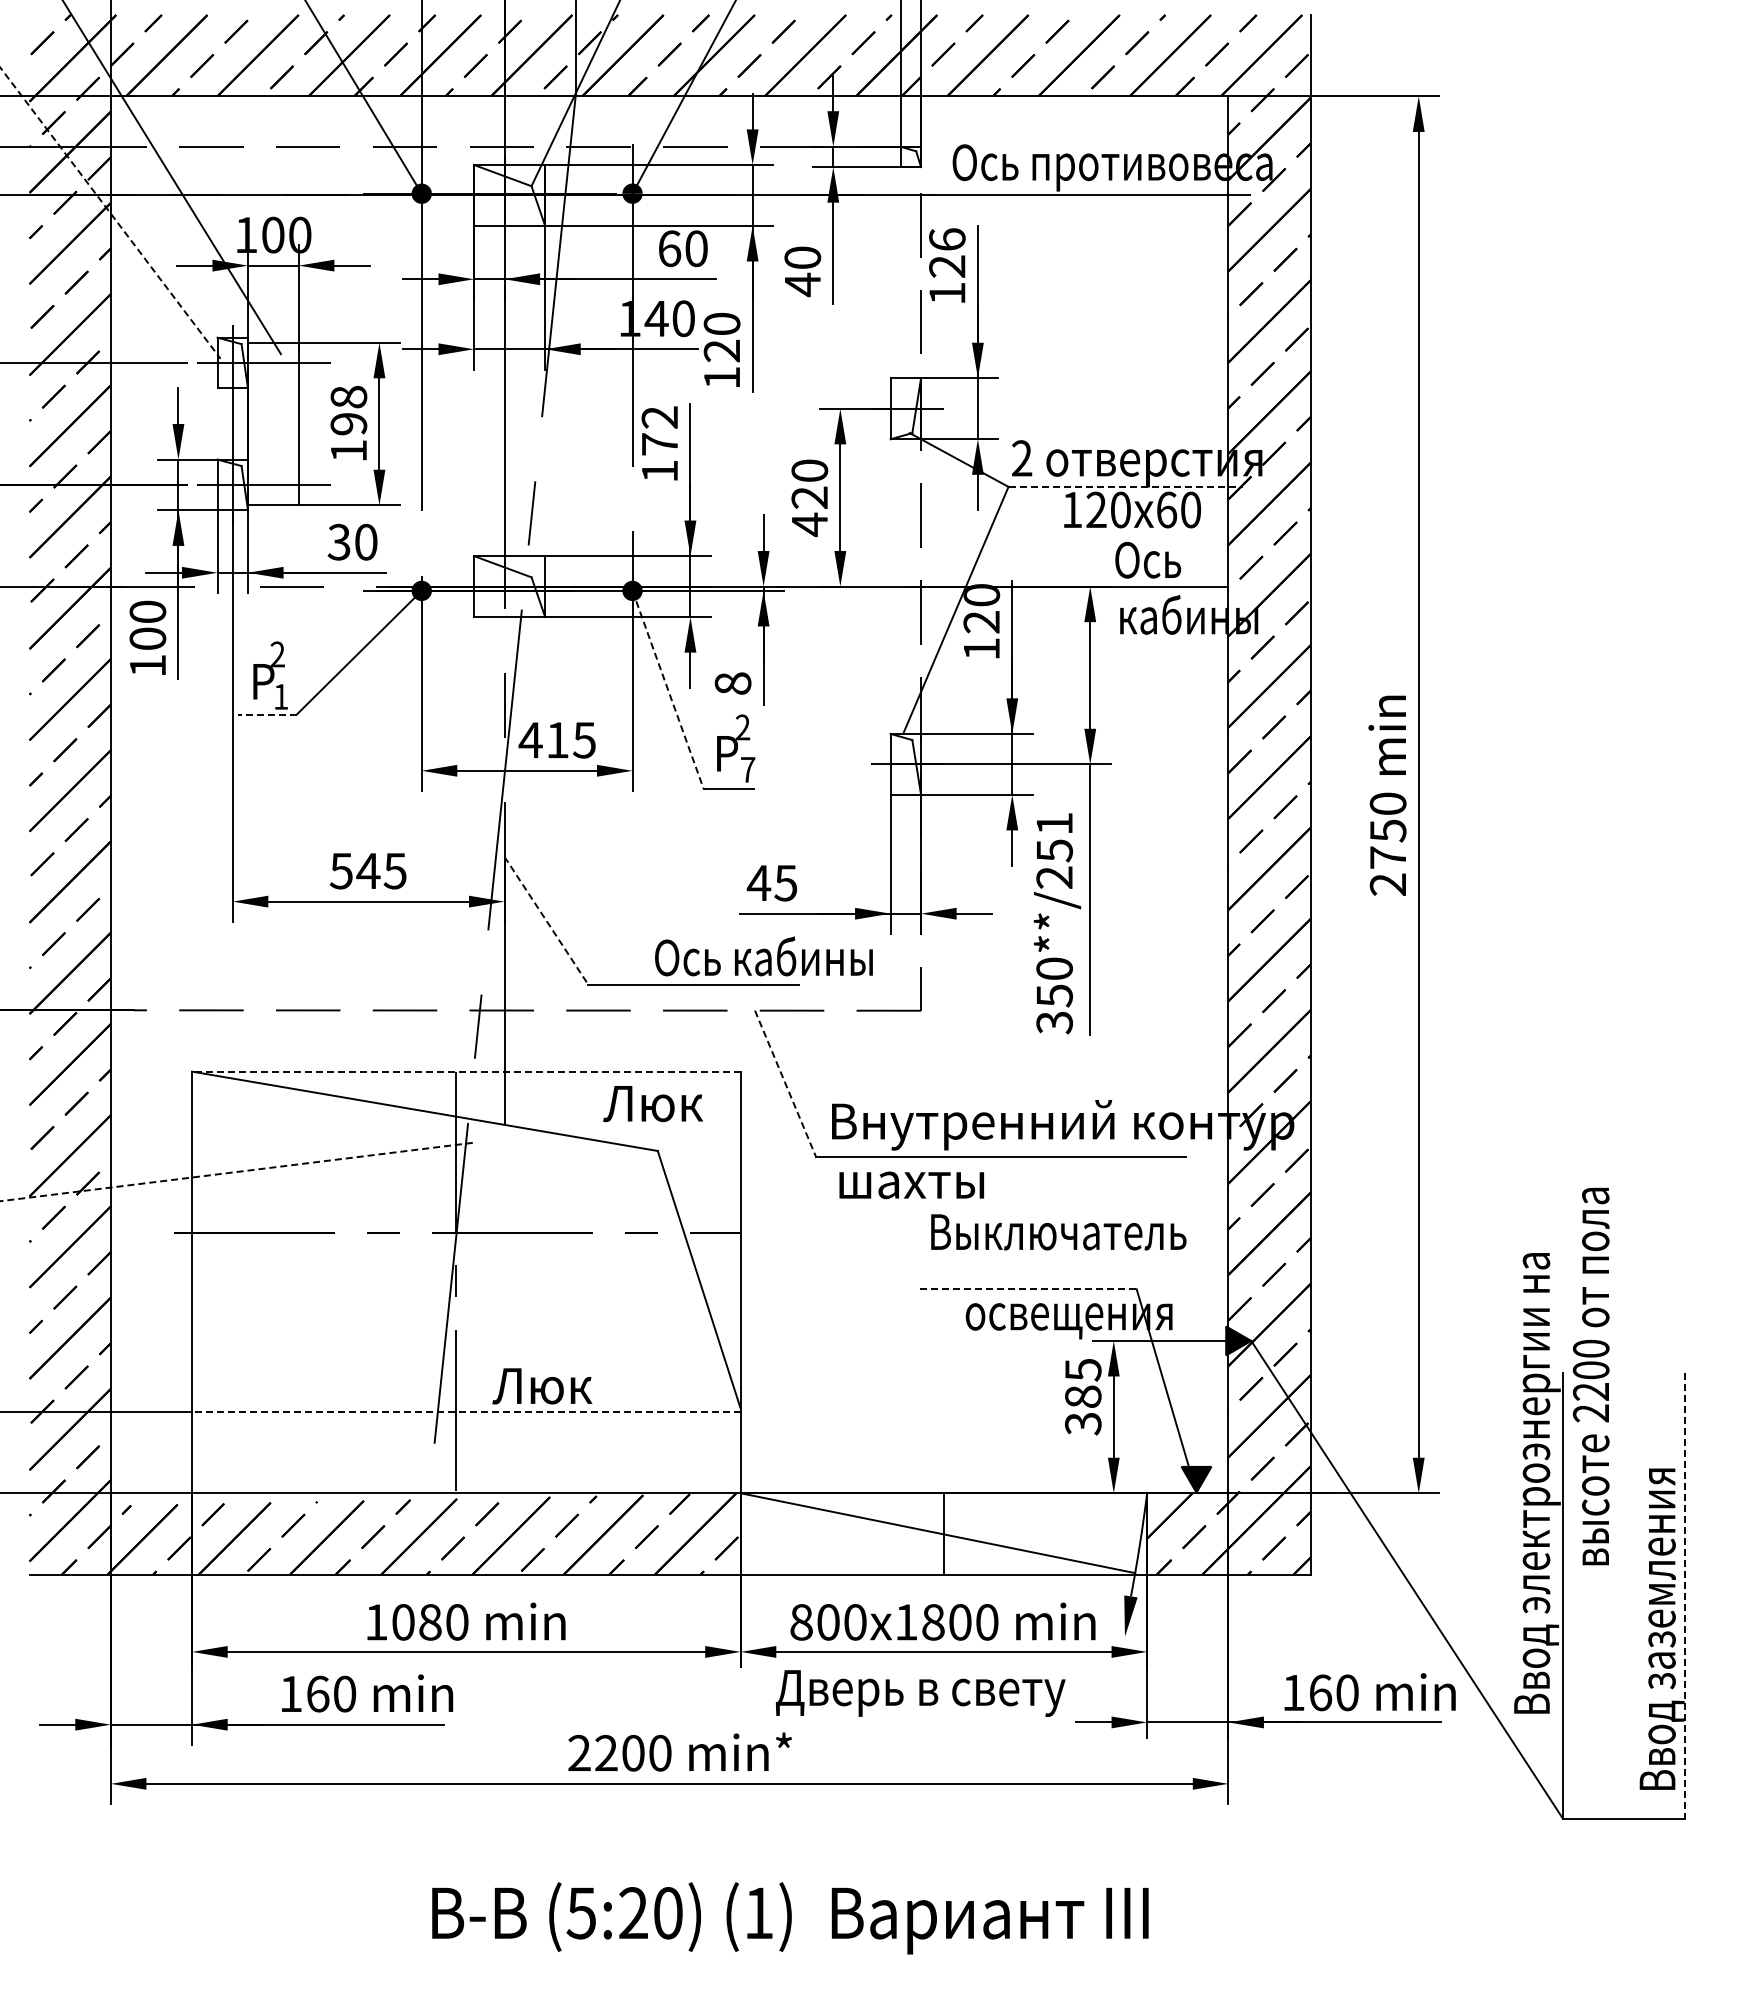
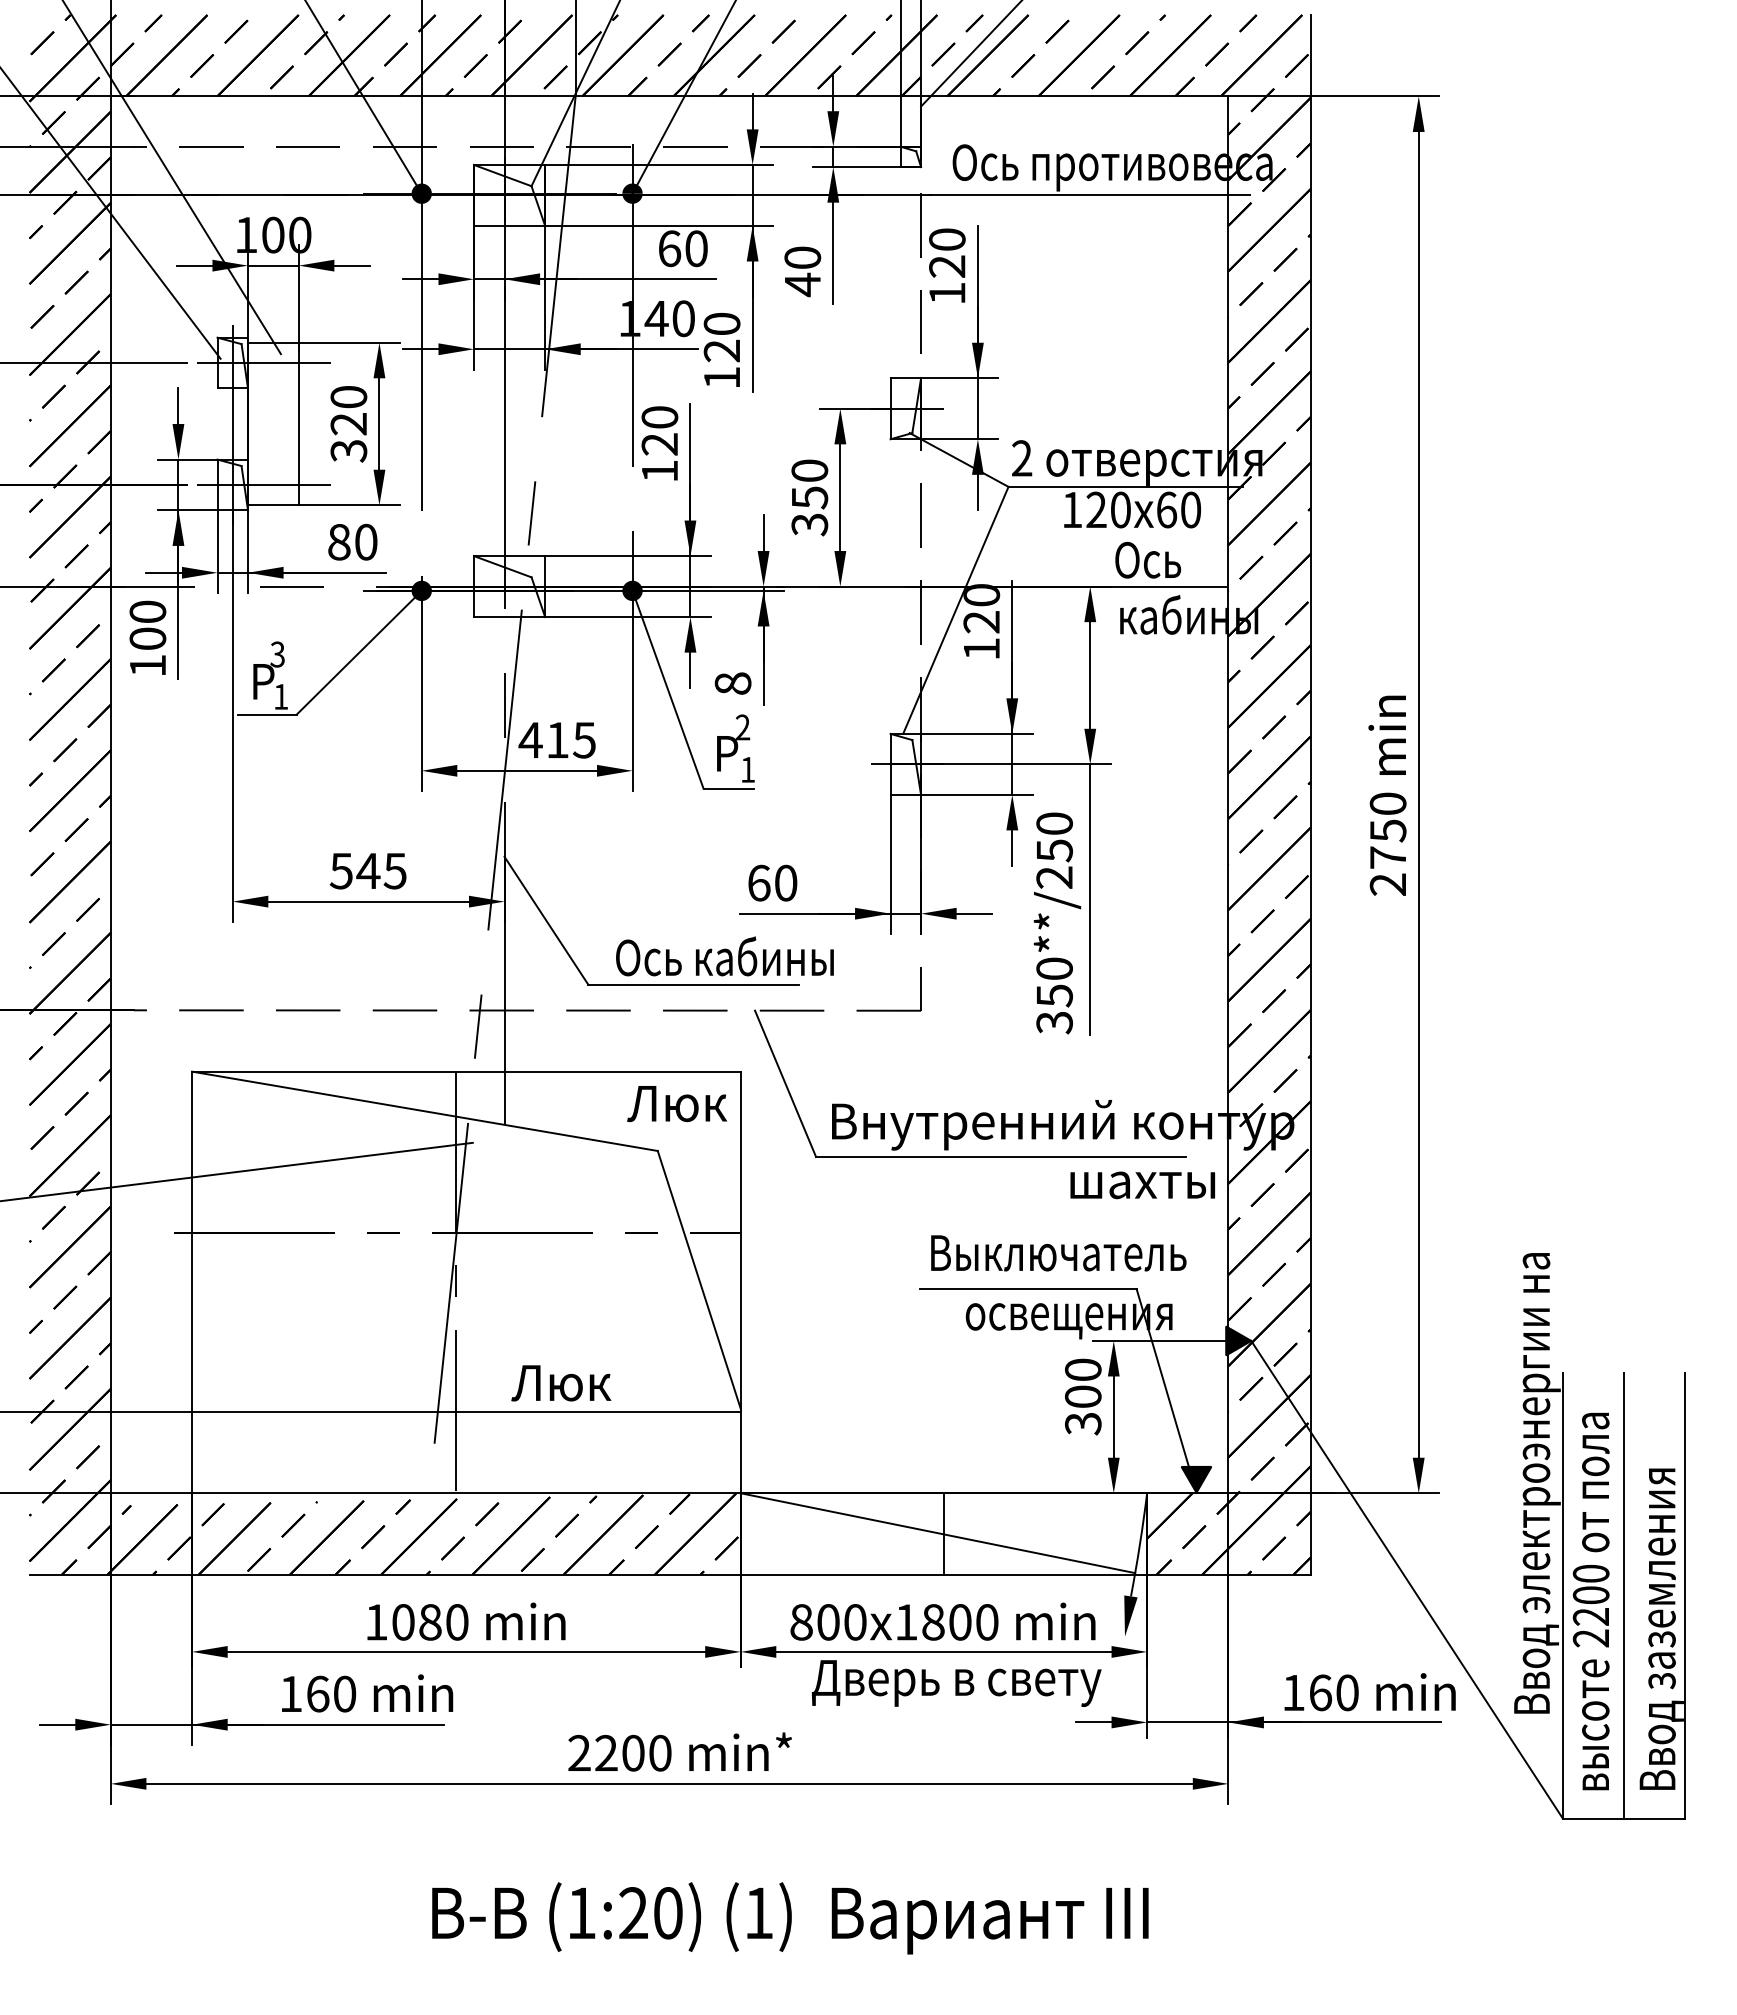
line at (970, 54): none -> present
line at (110, 213): dashed -> solid
text at (947, 239): 126 -> 120
text at (348, 423): 198 -> 320
text at (659, 430): 172 -> 120
line at (1126, 486): dashed -> solid
text at (809, 511): 420 -> 350
text at (338, 541): 30 -> 80
text at (277, 654): 2 -> 3
line at (668, 690): dashed -> solid
line at (266, 714): dashed -> solid
text at (748, 769): 7 -> 1
text at (1054, 823): 350**/251 -> 350**/250
text at (771, 882): 45 -> 60
line at (546, 921): dashed -> solid
text at (763, 956) position: (763, 956) -> (724, 956)
line at (465, 1071): dashed -> solid
line at (785, 1084): dashed -> solid
text at (653, 1104) position: (653, 1104) -> (677, 1104)
line at (236, 1172): dashed -> solid
text at (911, 1185) position: (911, 1185) -> (1142, 1185)
text at (1058, 1232) position: (1058, 1232) -> (1058, 1253)
line at (1029, 1289): dashed -> solid
text at (1590, 1376) position: (1590, 1376) -> (1590, 1601)
text at (1083, 1382): 385 -> 300
text at (542, 1386) position: (542, 1386) -> (561, 1383)
line at (465, 1411): dashed -> solid
line at (1623, 1595): none -> present
line at (1684, 1595): dashed -> solid
text at (920, 1693) position: (920, 1693) -> (956, 1683)
text at (580, 1913): (5:20) -> (1:20)
